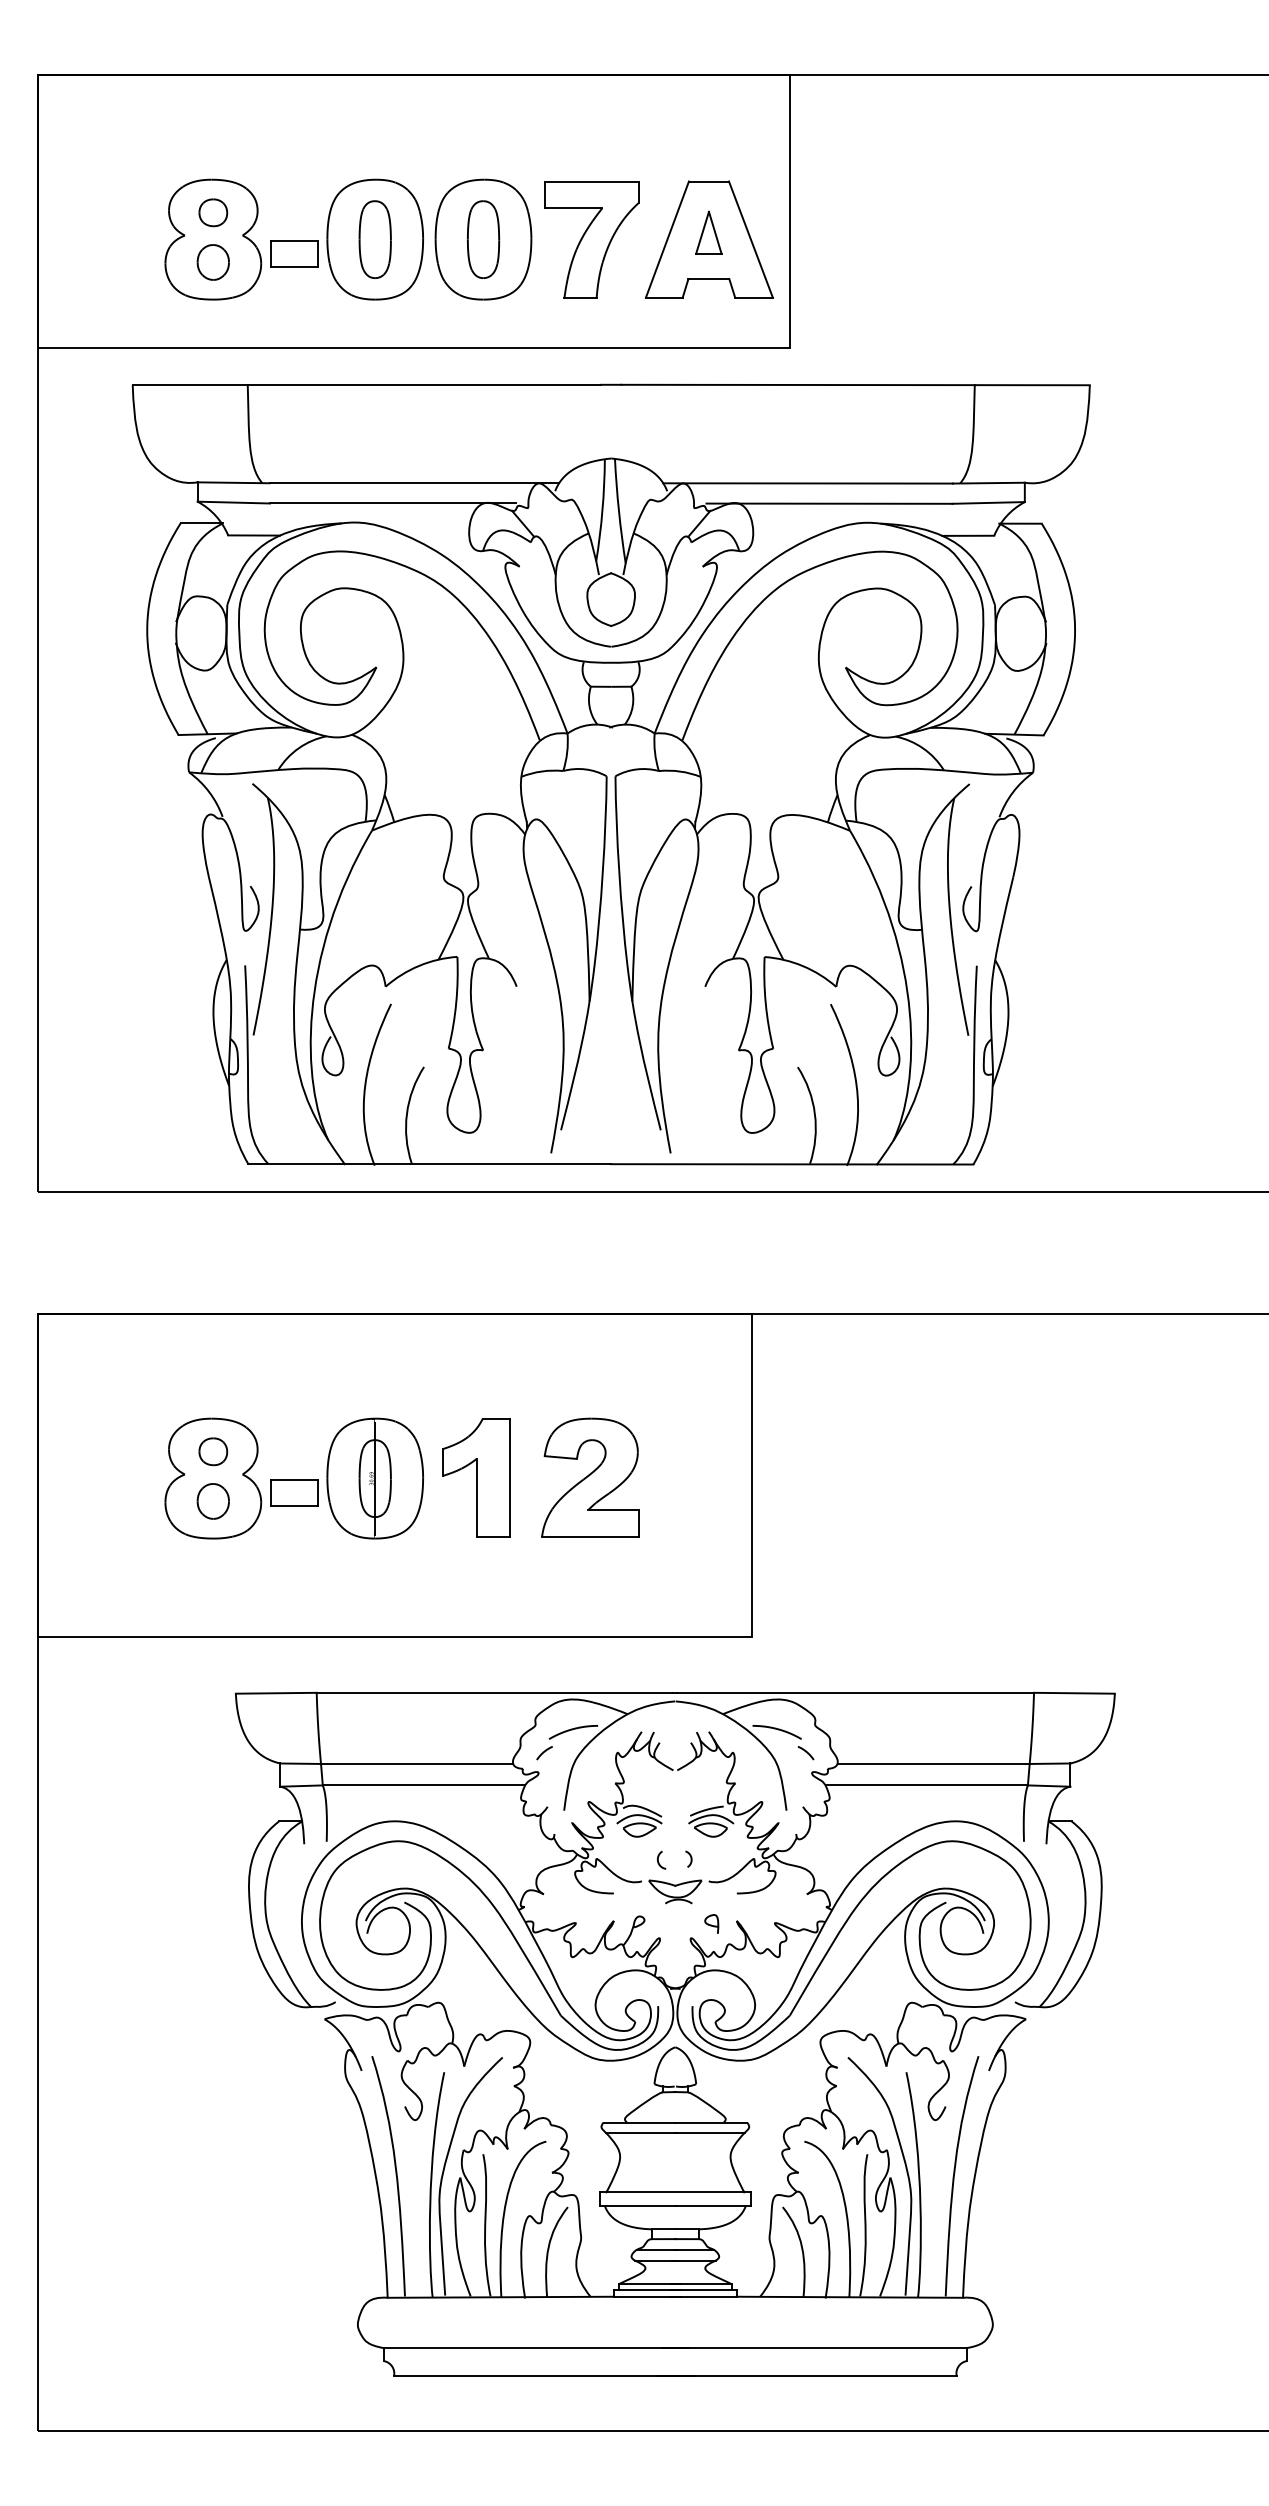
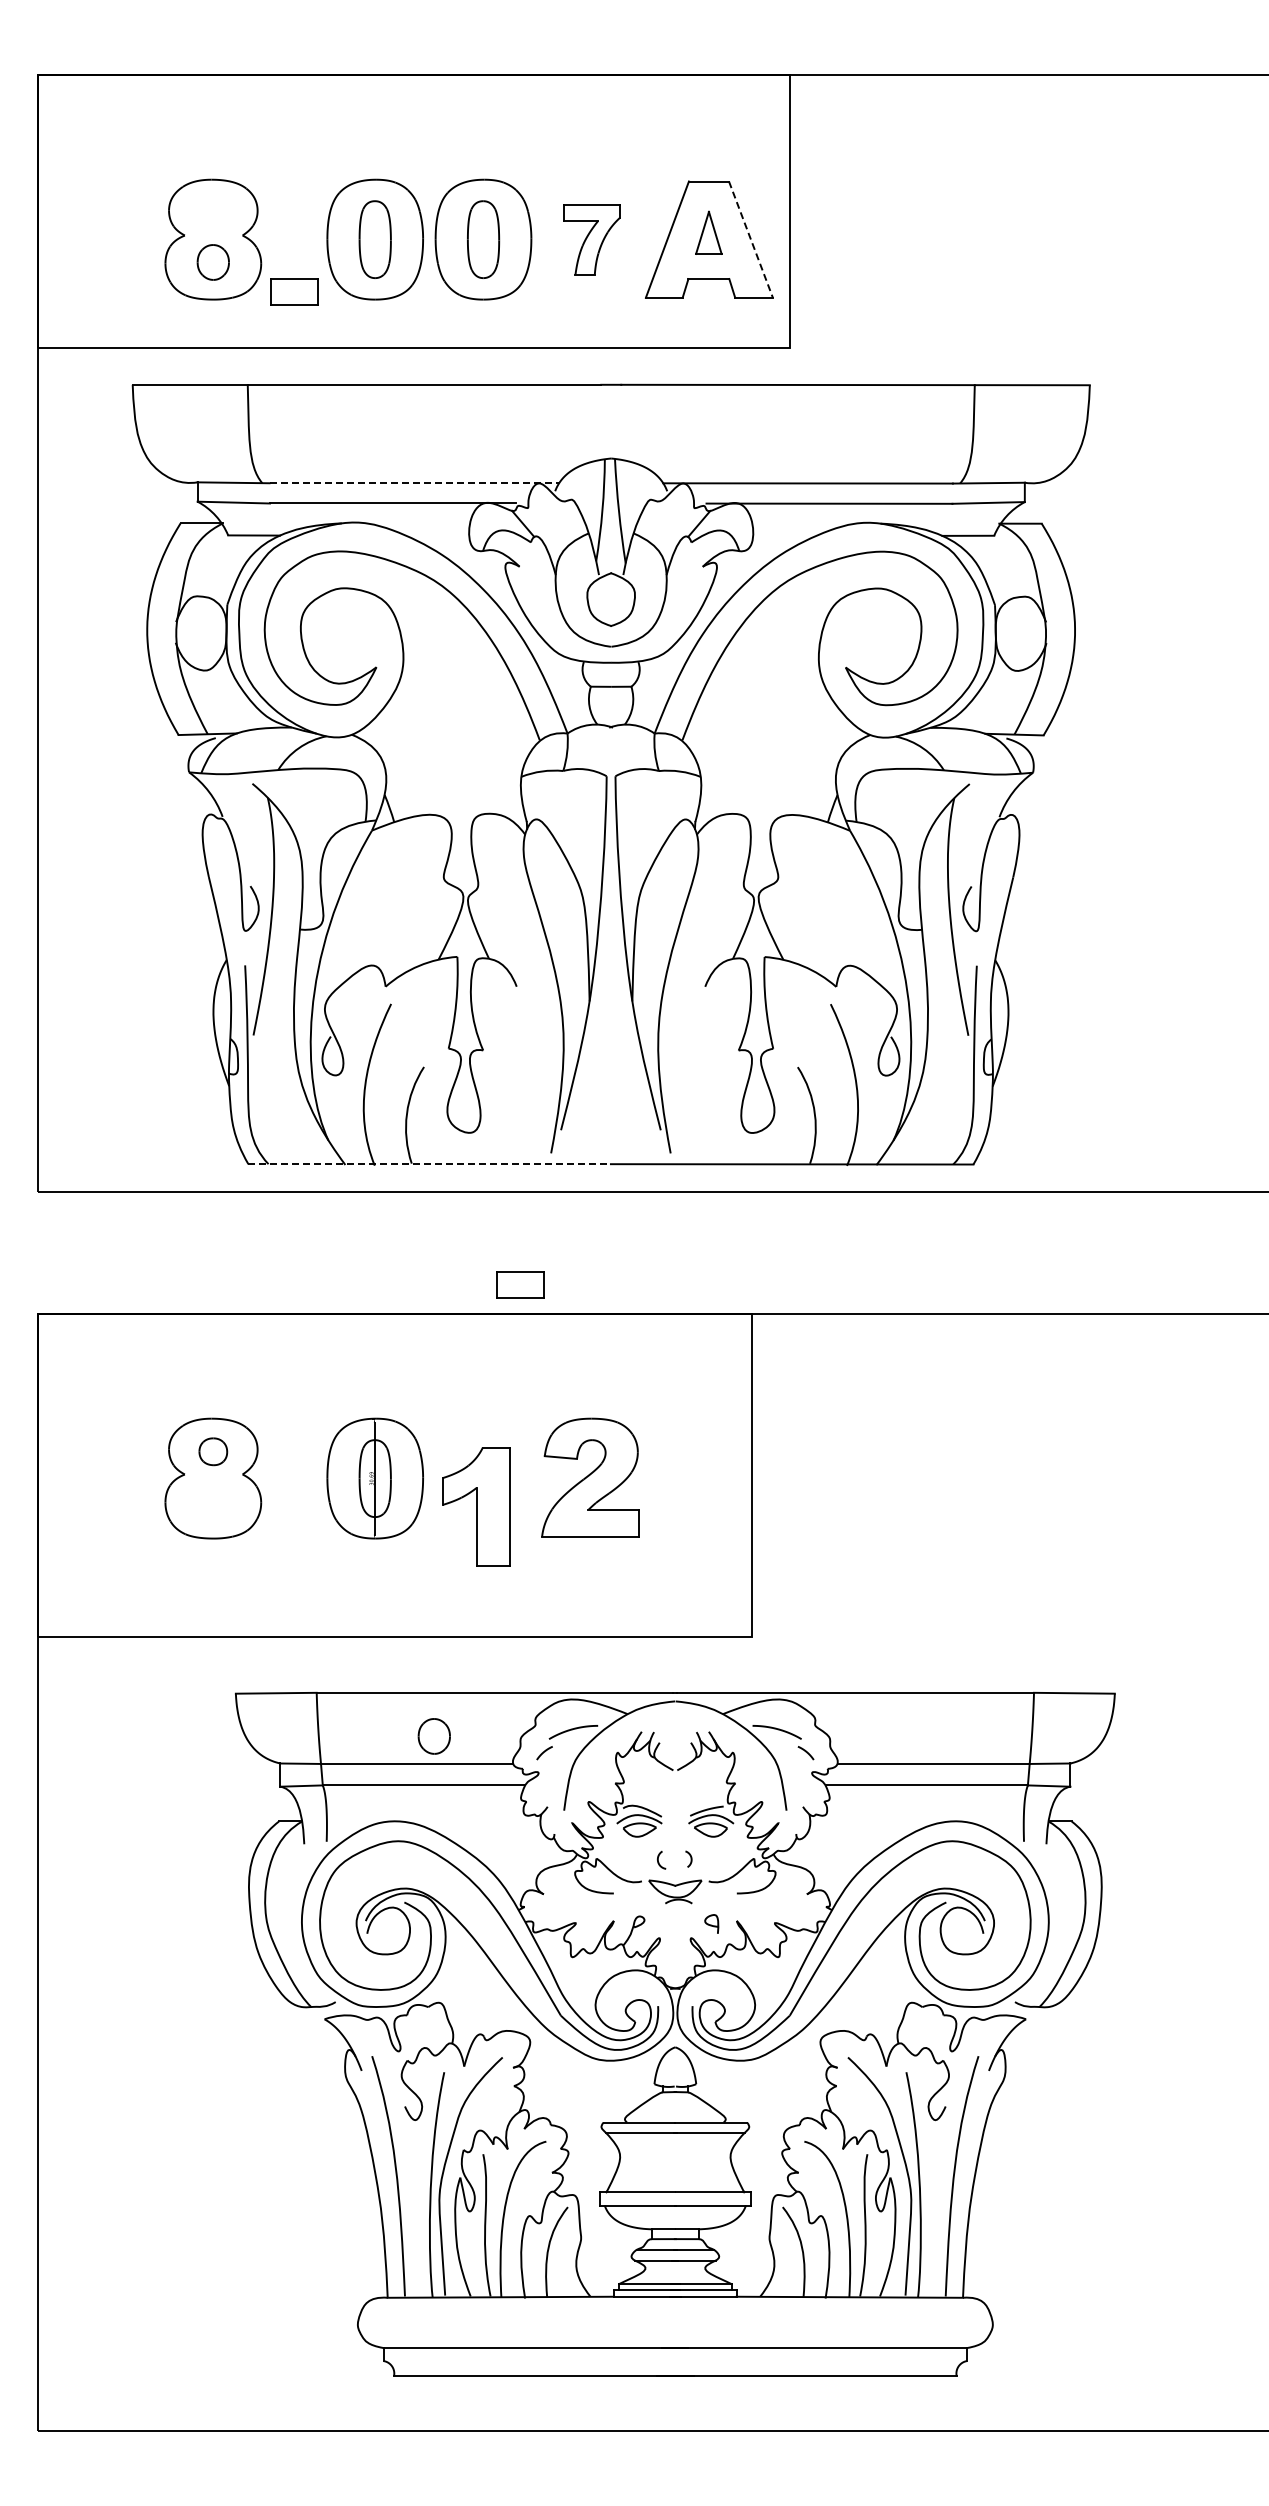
part at (213, 212): present -> none
part at (591, 239) size: 96x118 px -> 58x72 px
line at (751, 240): solid -> dashed
part at (294, 253) position: (294, 253) -> (294, 291)
line at (414, 483): solid -> dashed
line at (430, 1164): solid -> dashed
part at (476, 1477) position: (476, 1477) -> (476, 1506)
part at (294, 1492) position: (294, 1492) -> (520, 1284)
part at (212, 1501) position: (212, 1501) -> (433, 1736)
